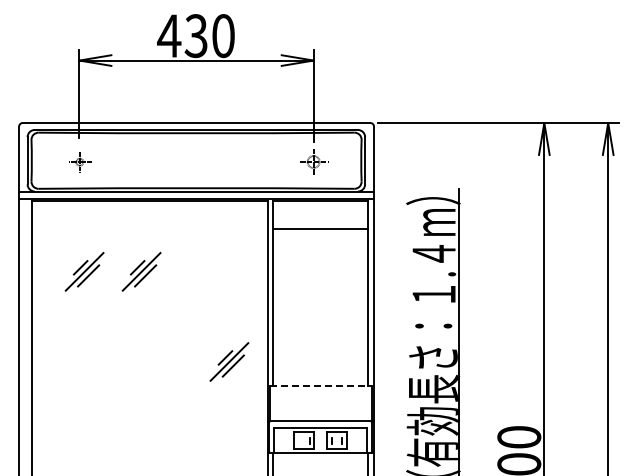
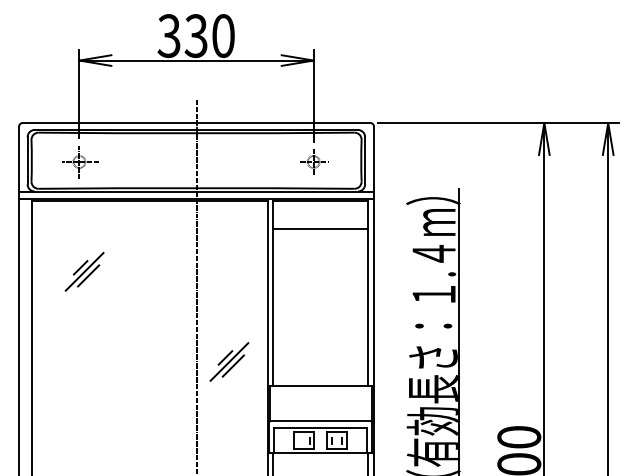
text at (169, 36): 430 -> 330
part at (80, 162) size: 23x21 px -> 37x33 px
part at (141, 271): present -> none
line at (196, 285): none -> present
line at (321, 385): dashed -> solid
